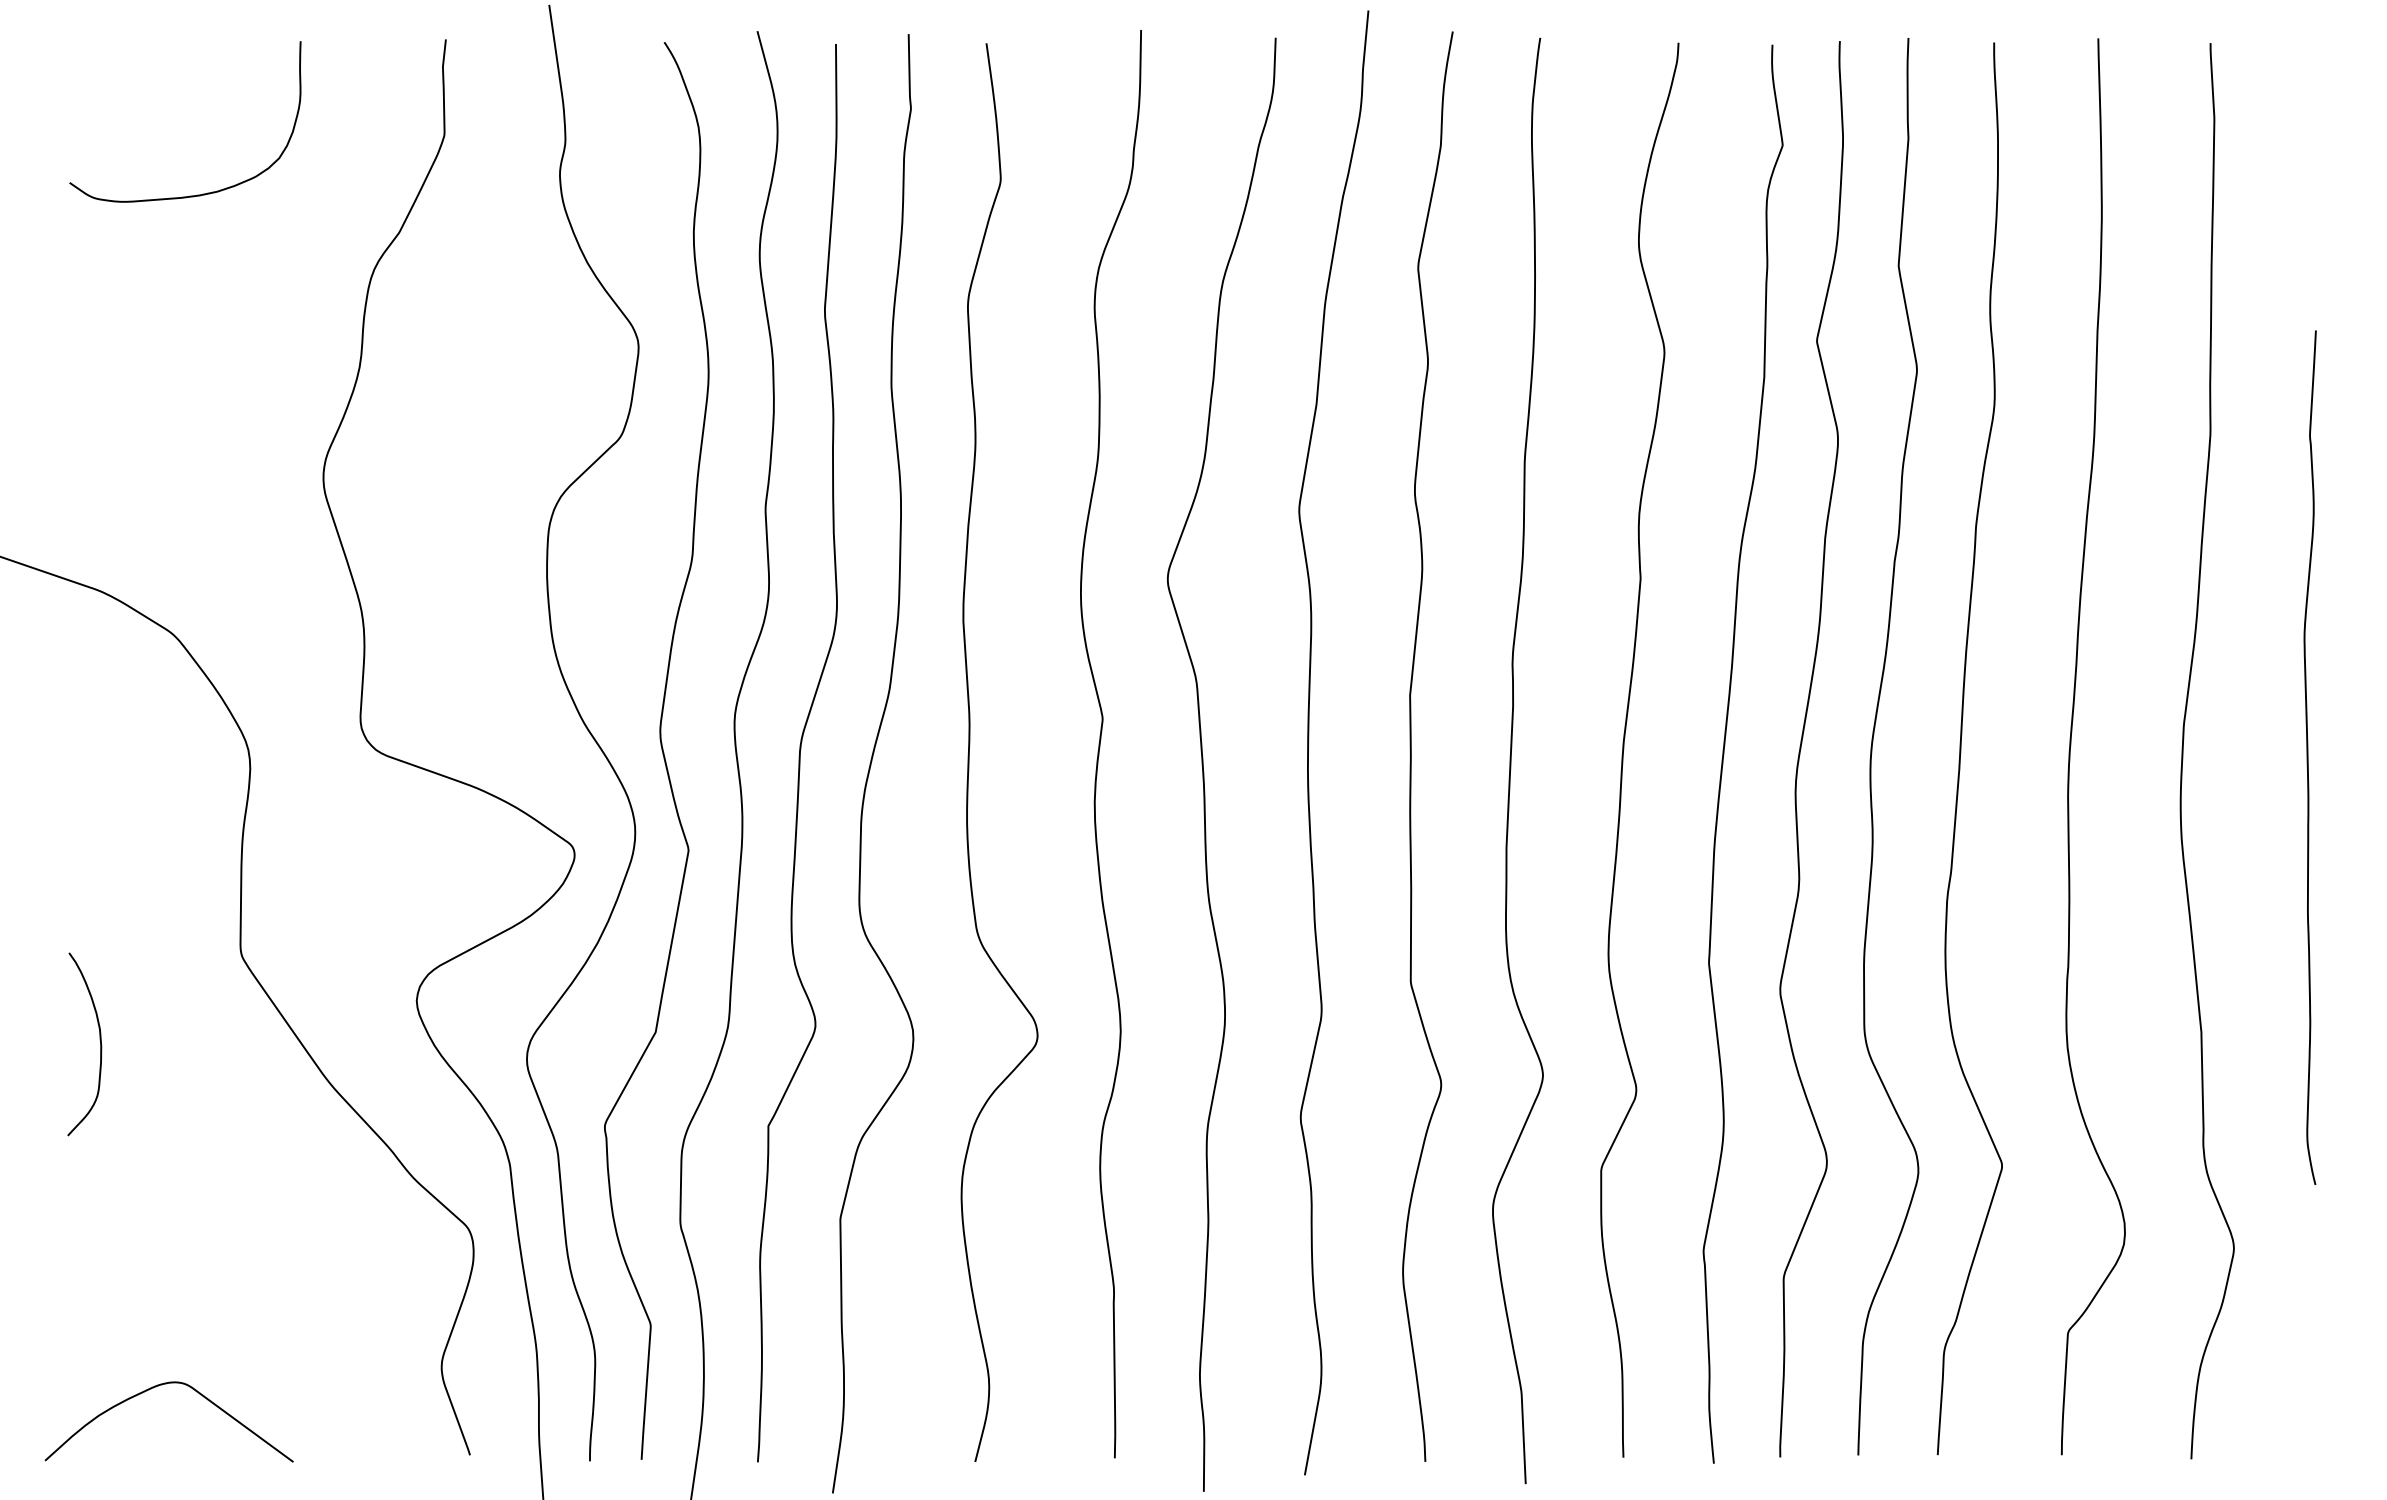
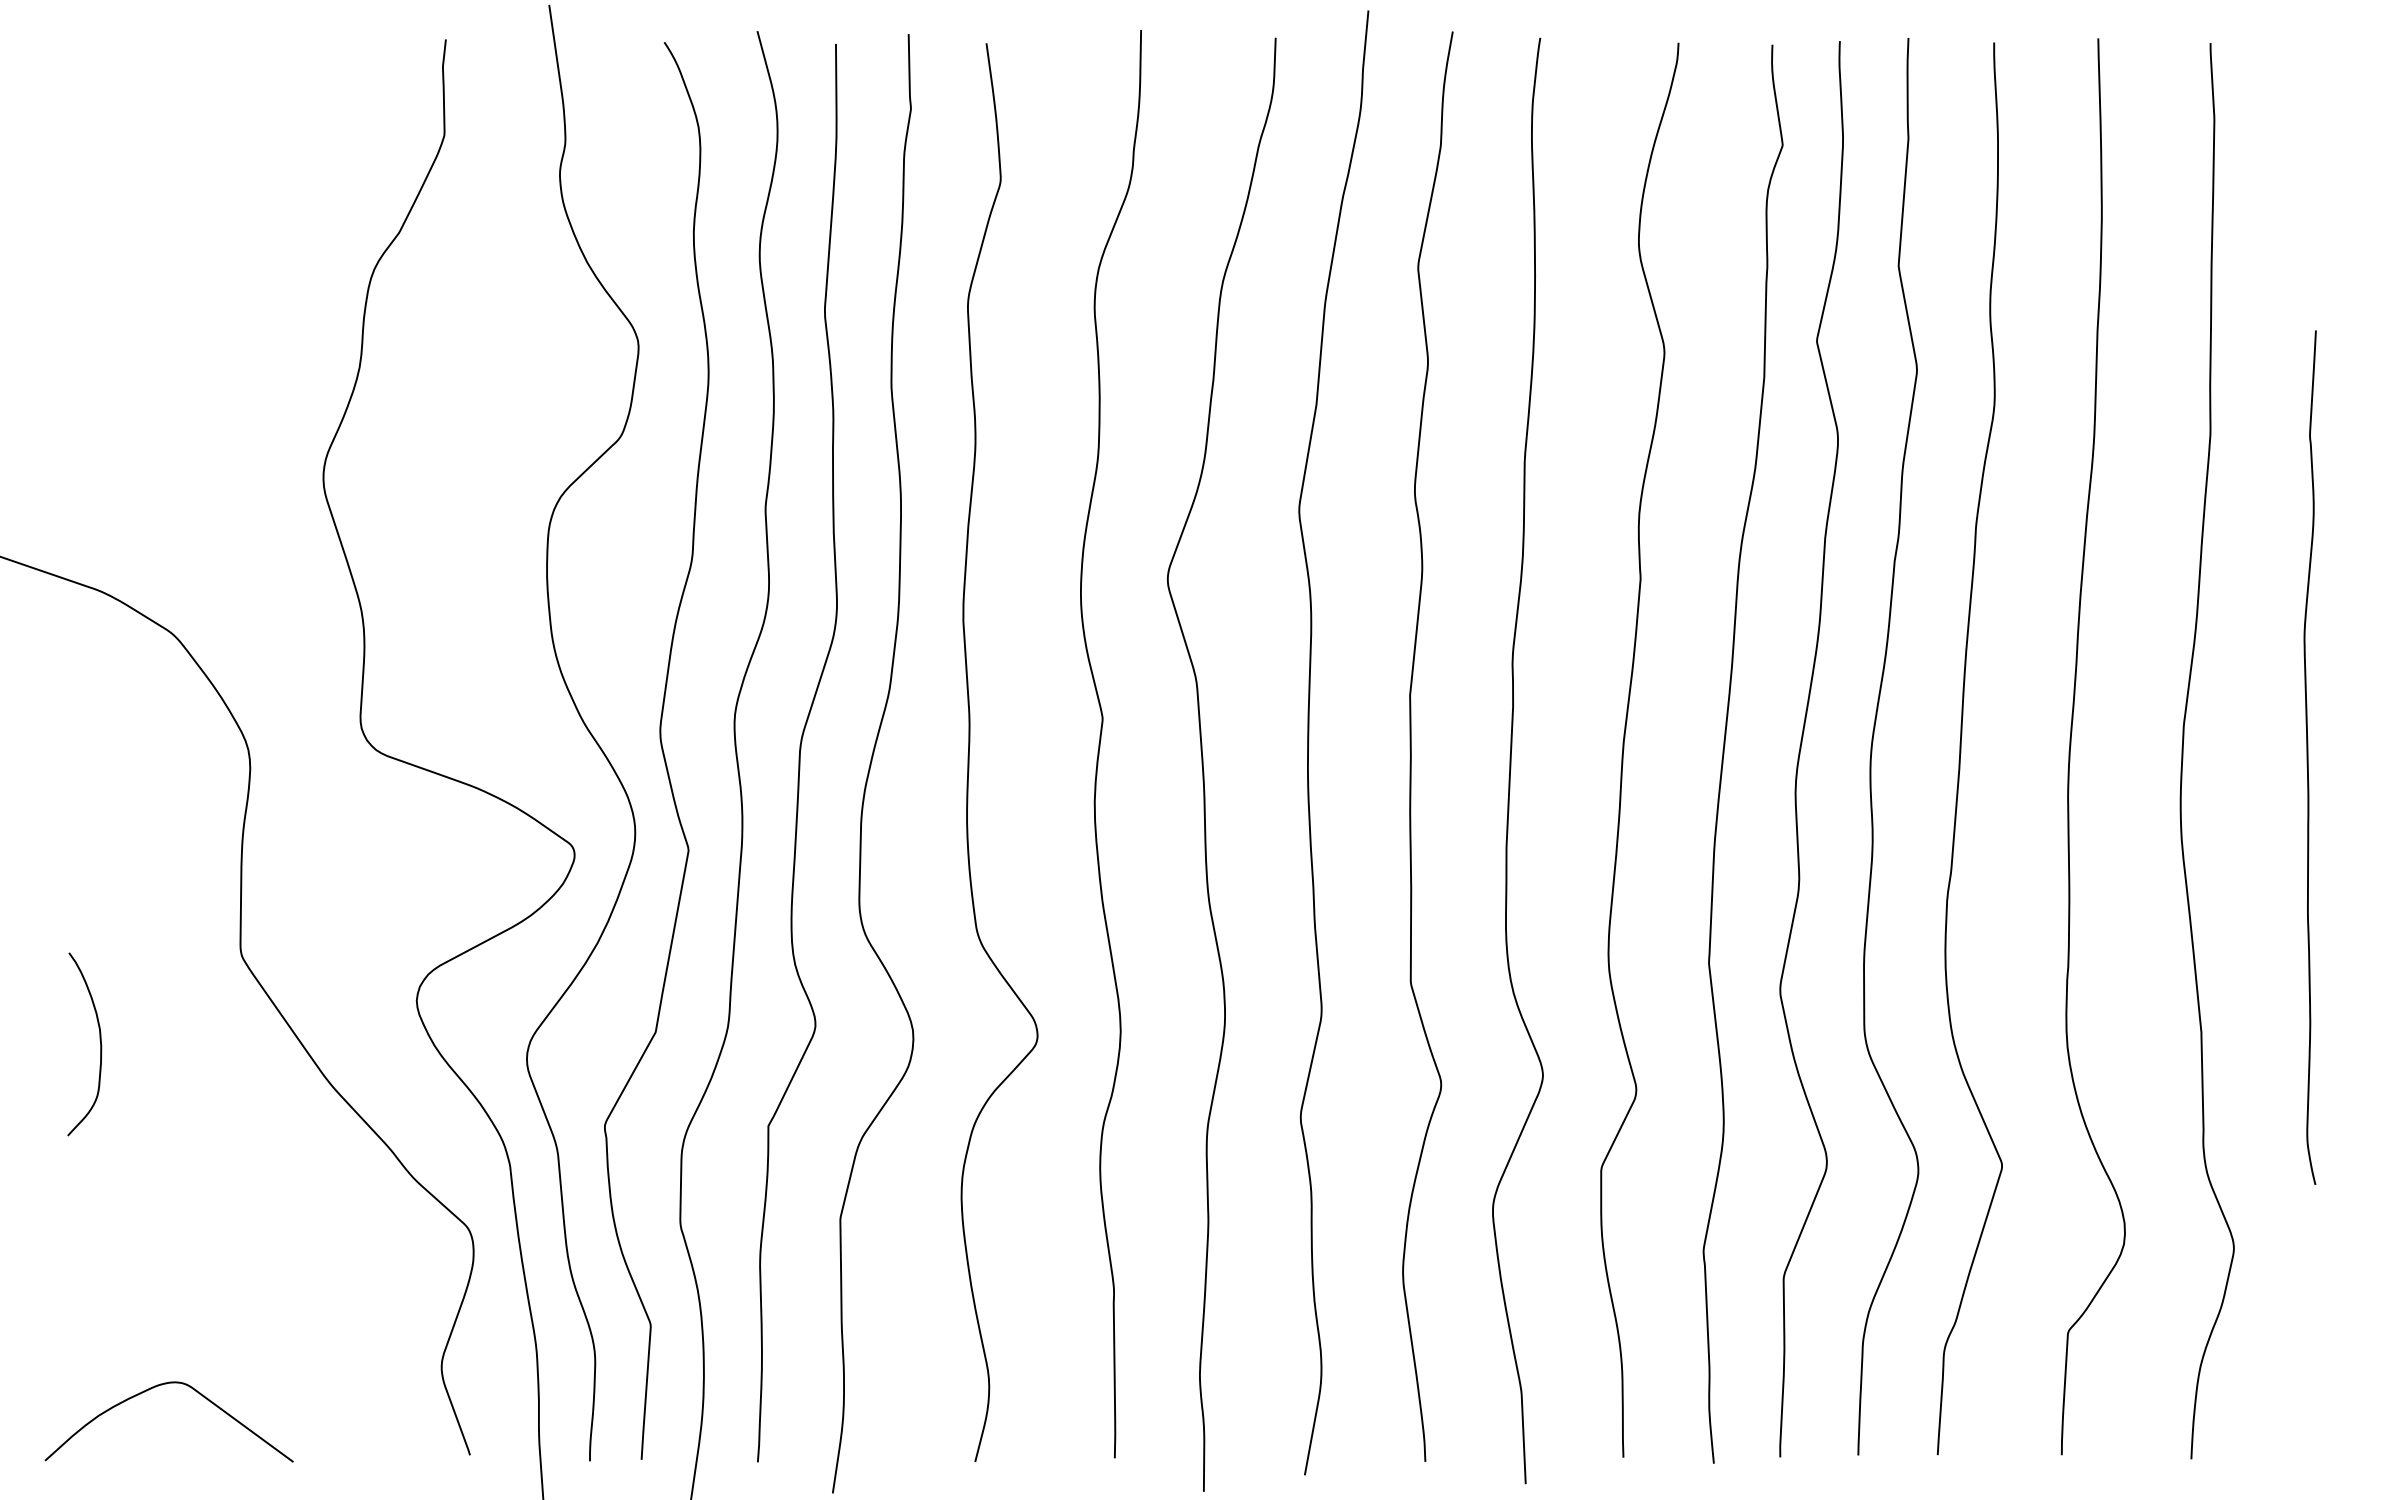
curve at (202, 193): present -> none
